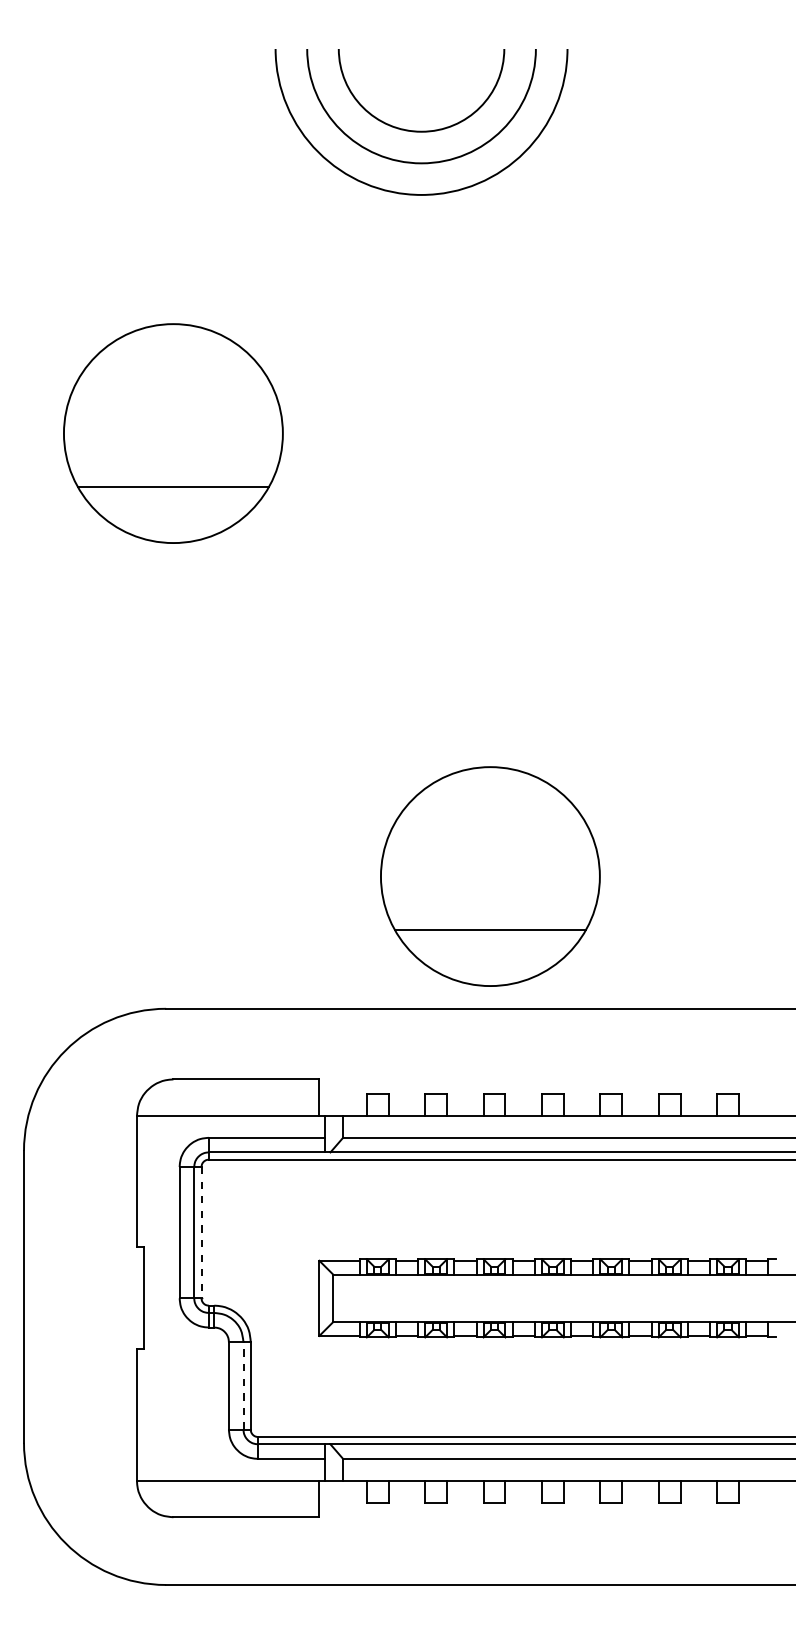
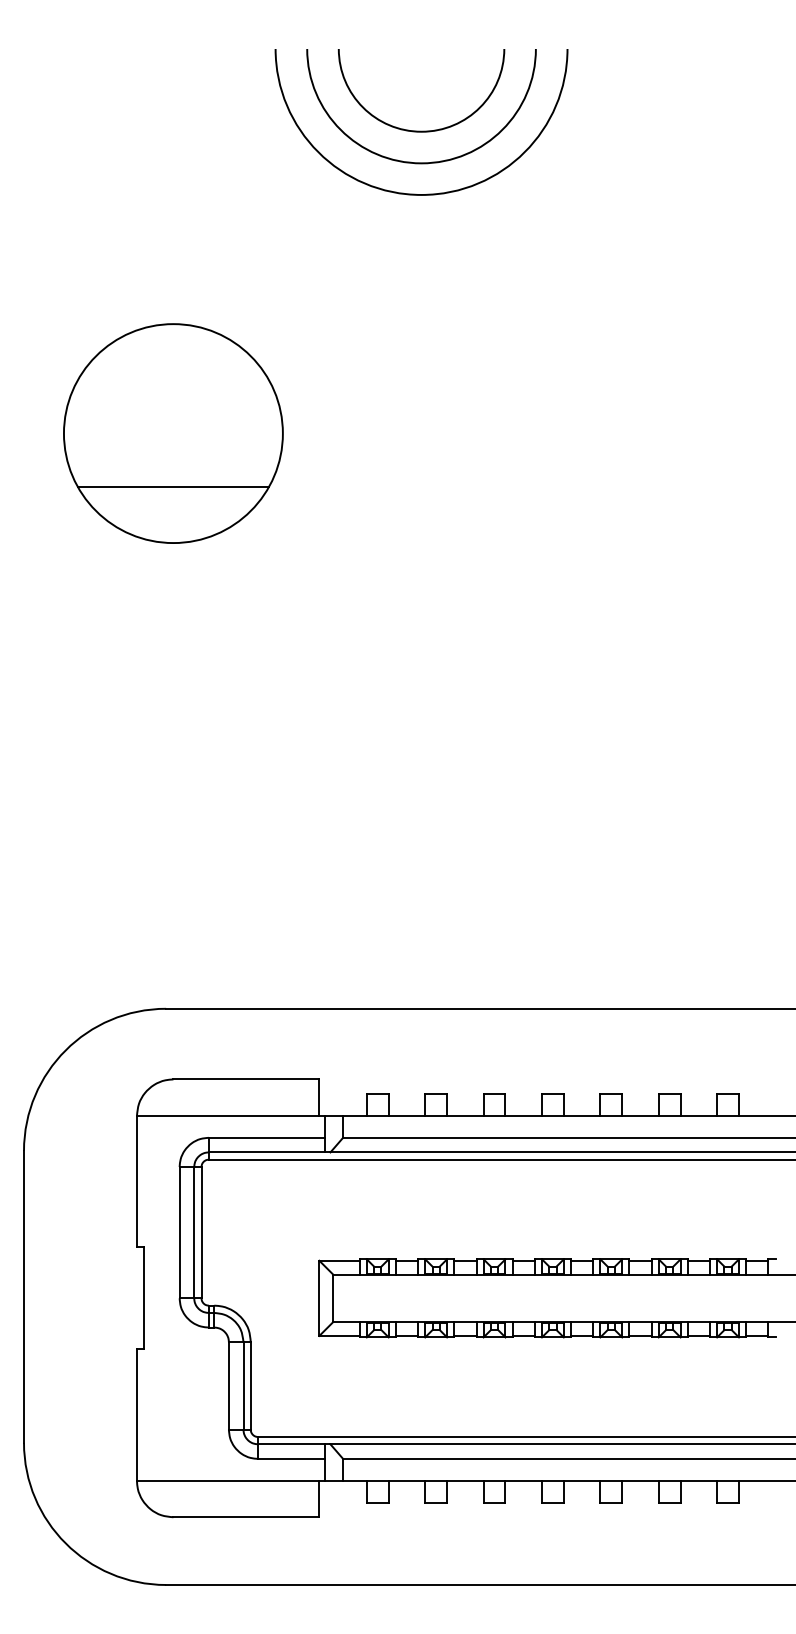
part at (490, 876): present -> none
line at (201, 1232): dashed -> solid
line at (243, 1385): dashed -> solid
